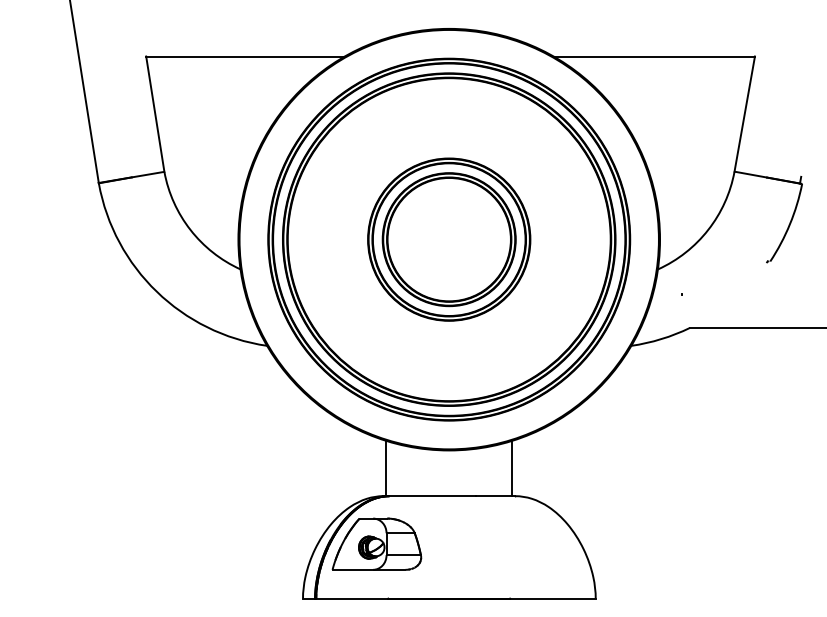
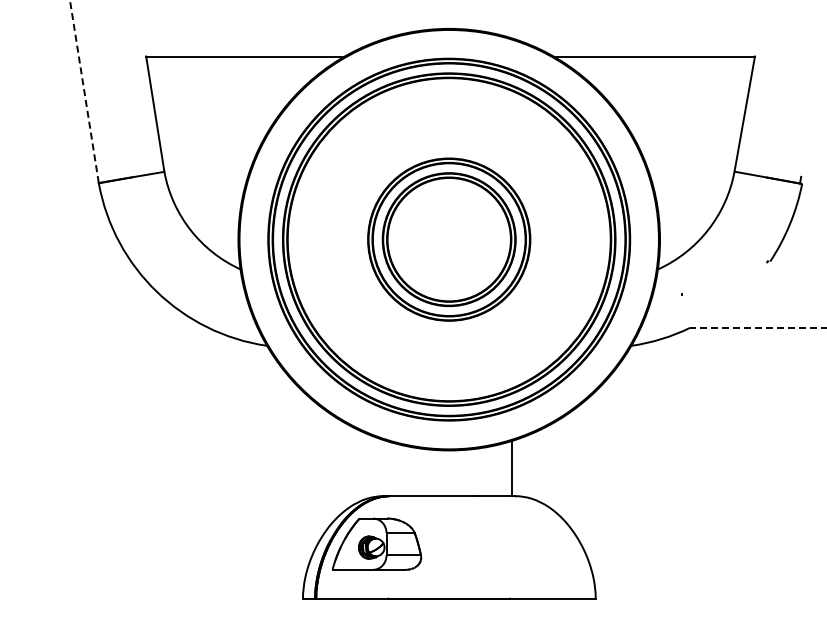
line at (84, 91): solid -> dashed
line at (757, 327): solid -> dashed
line at (386, 468): present -> none
